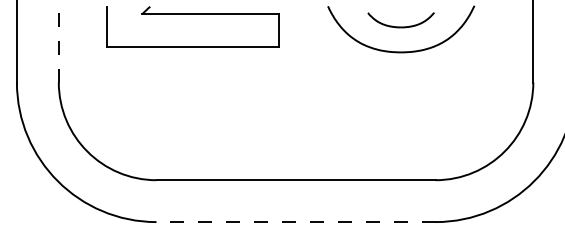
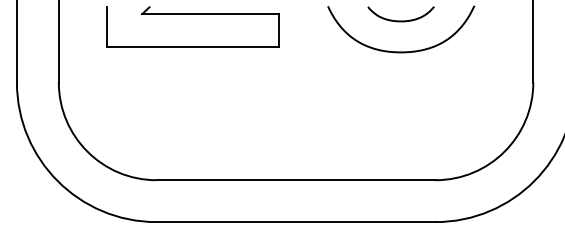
part at (400, 20) position: (400, 20) -> (400, 14)
line at (58, 41): dashed -> solid
line at (296, 222): dashed -> solid
